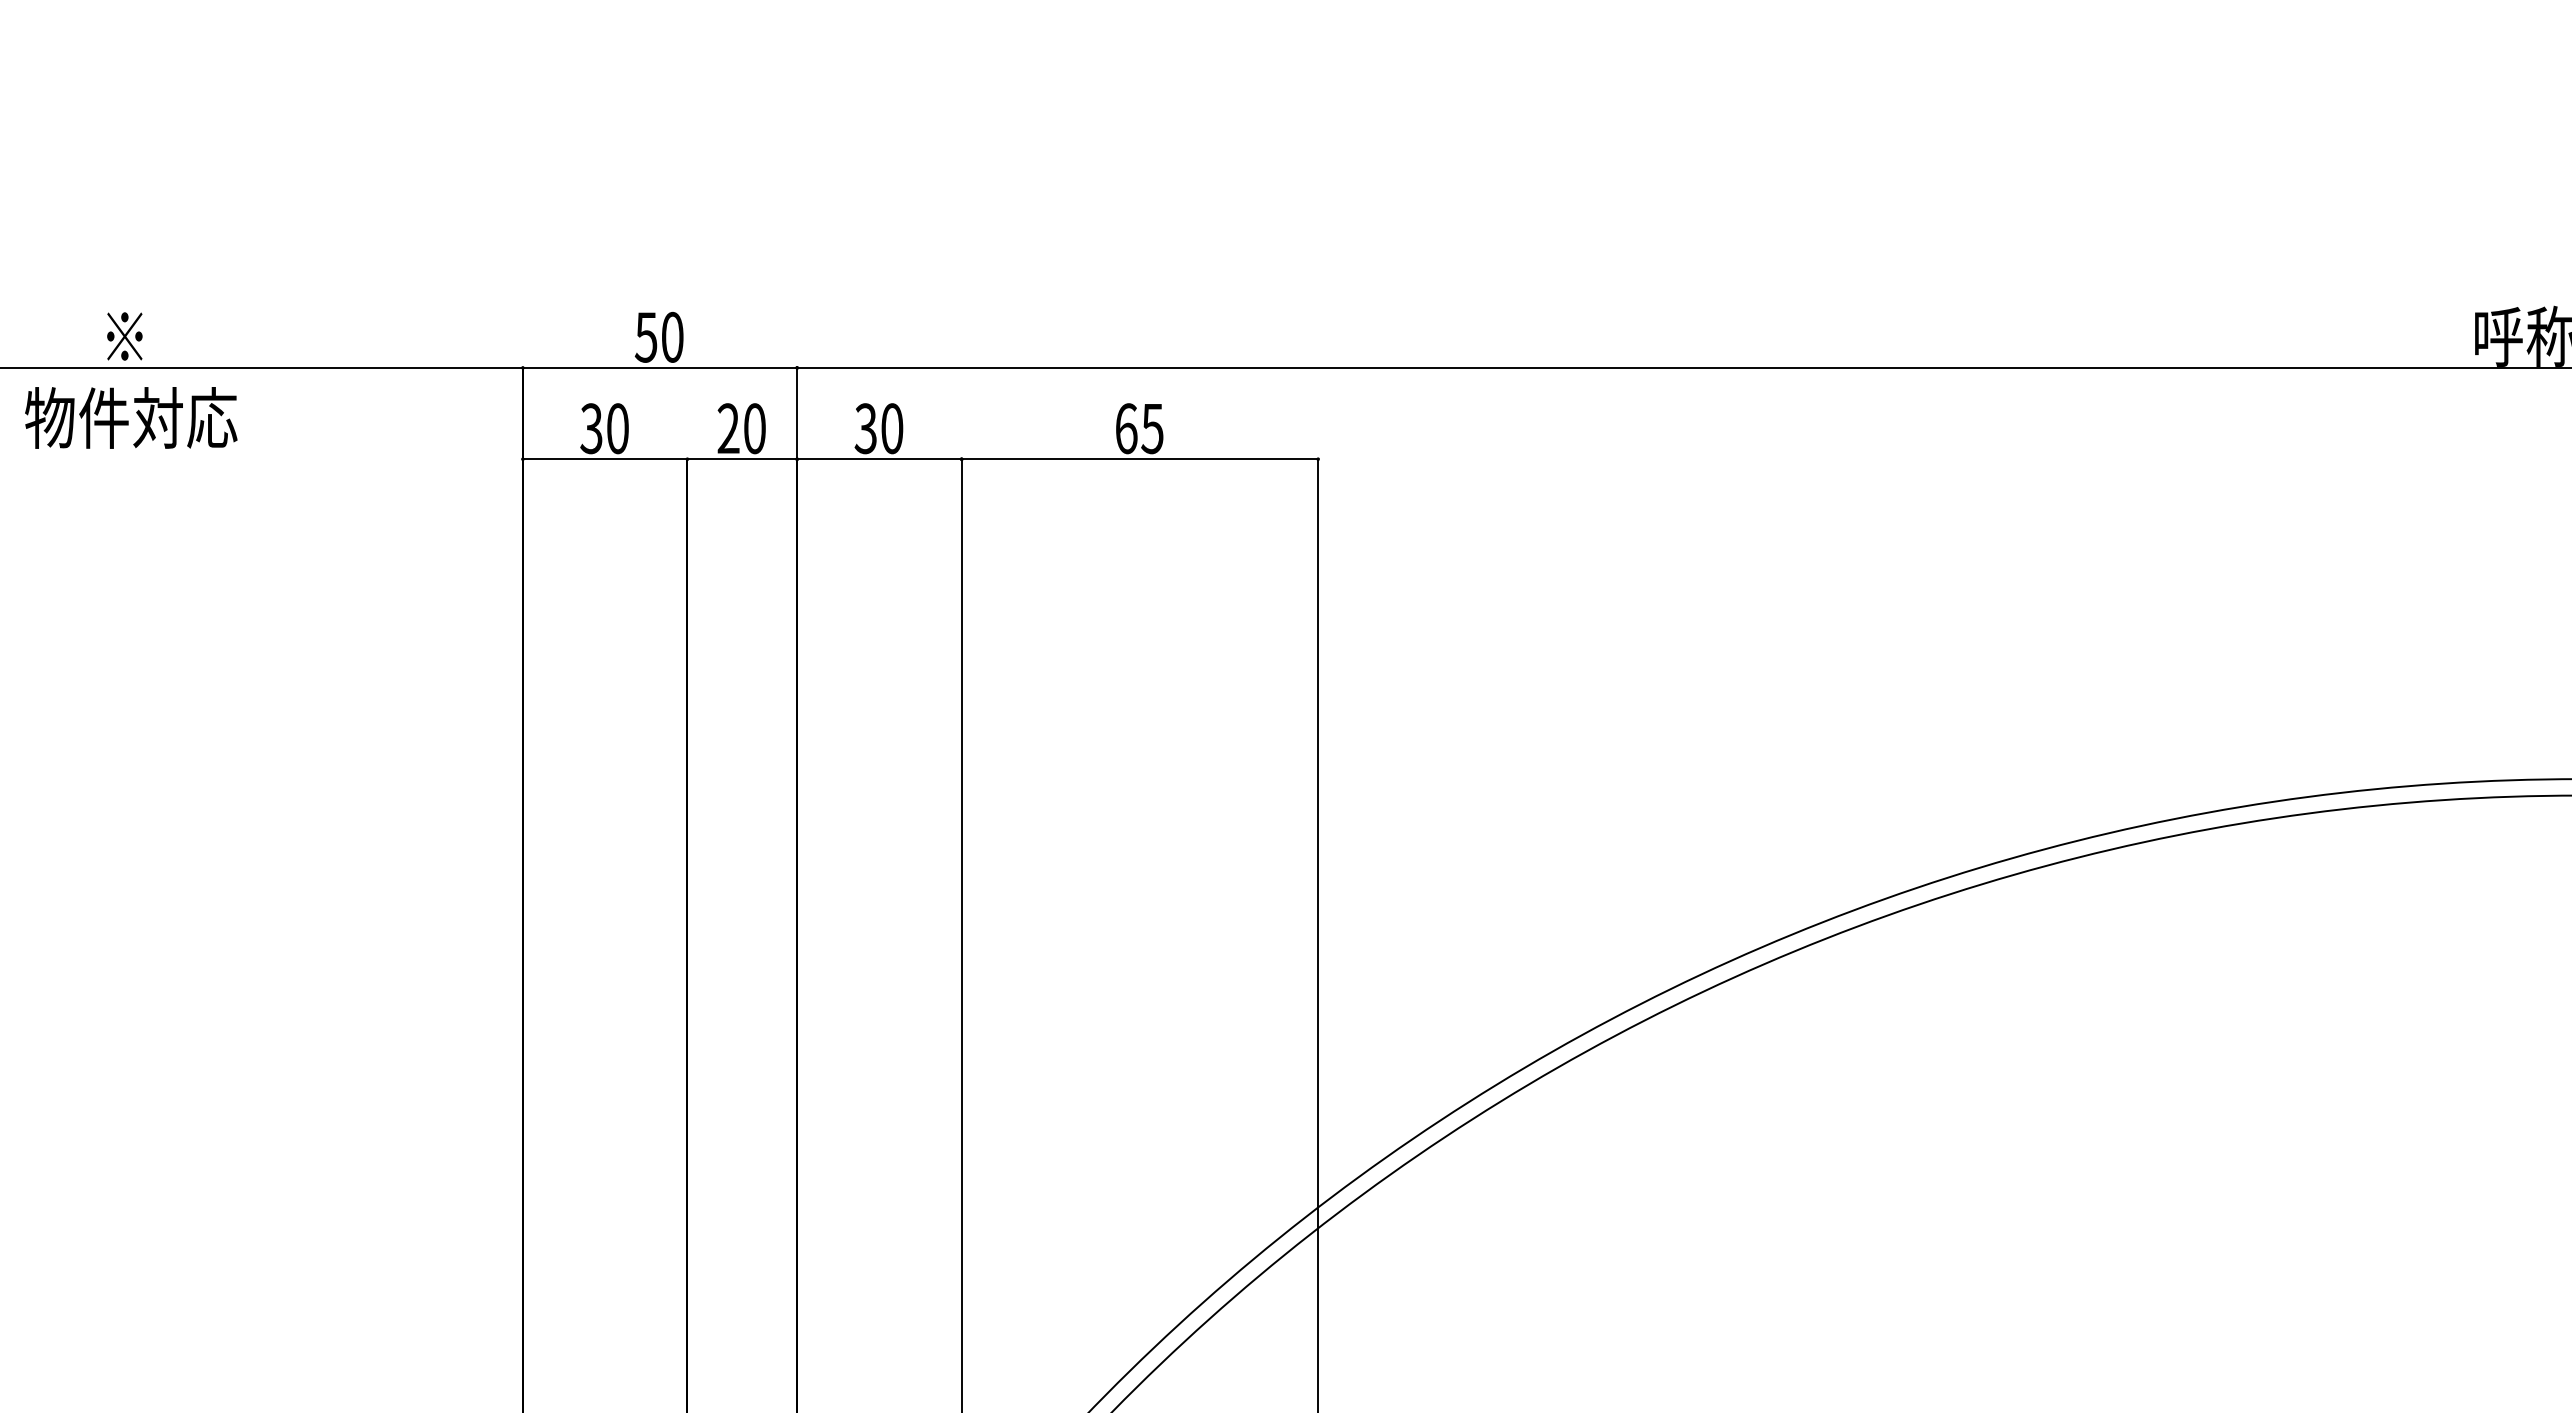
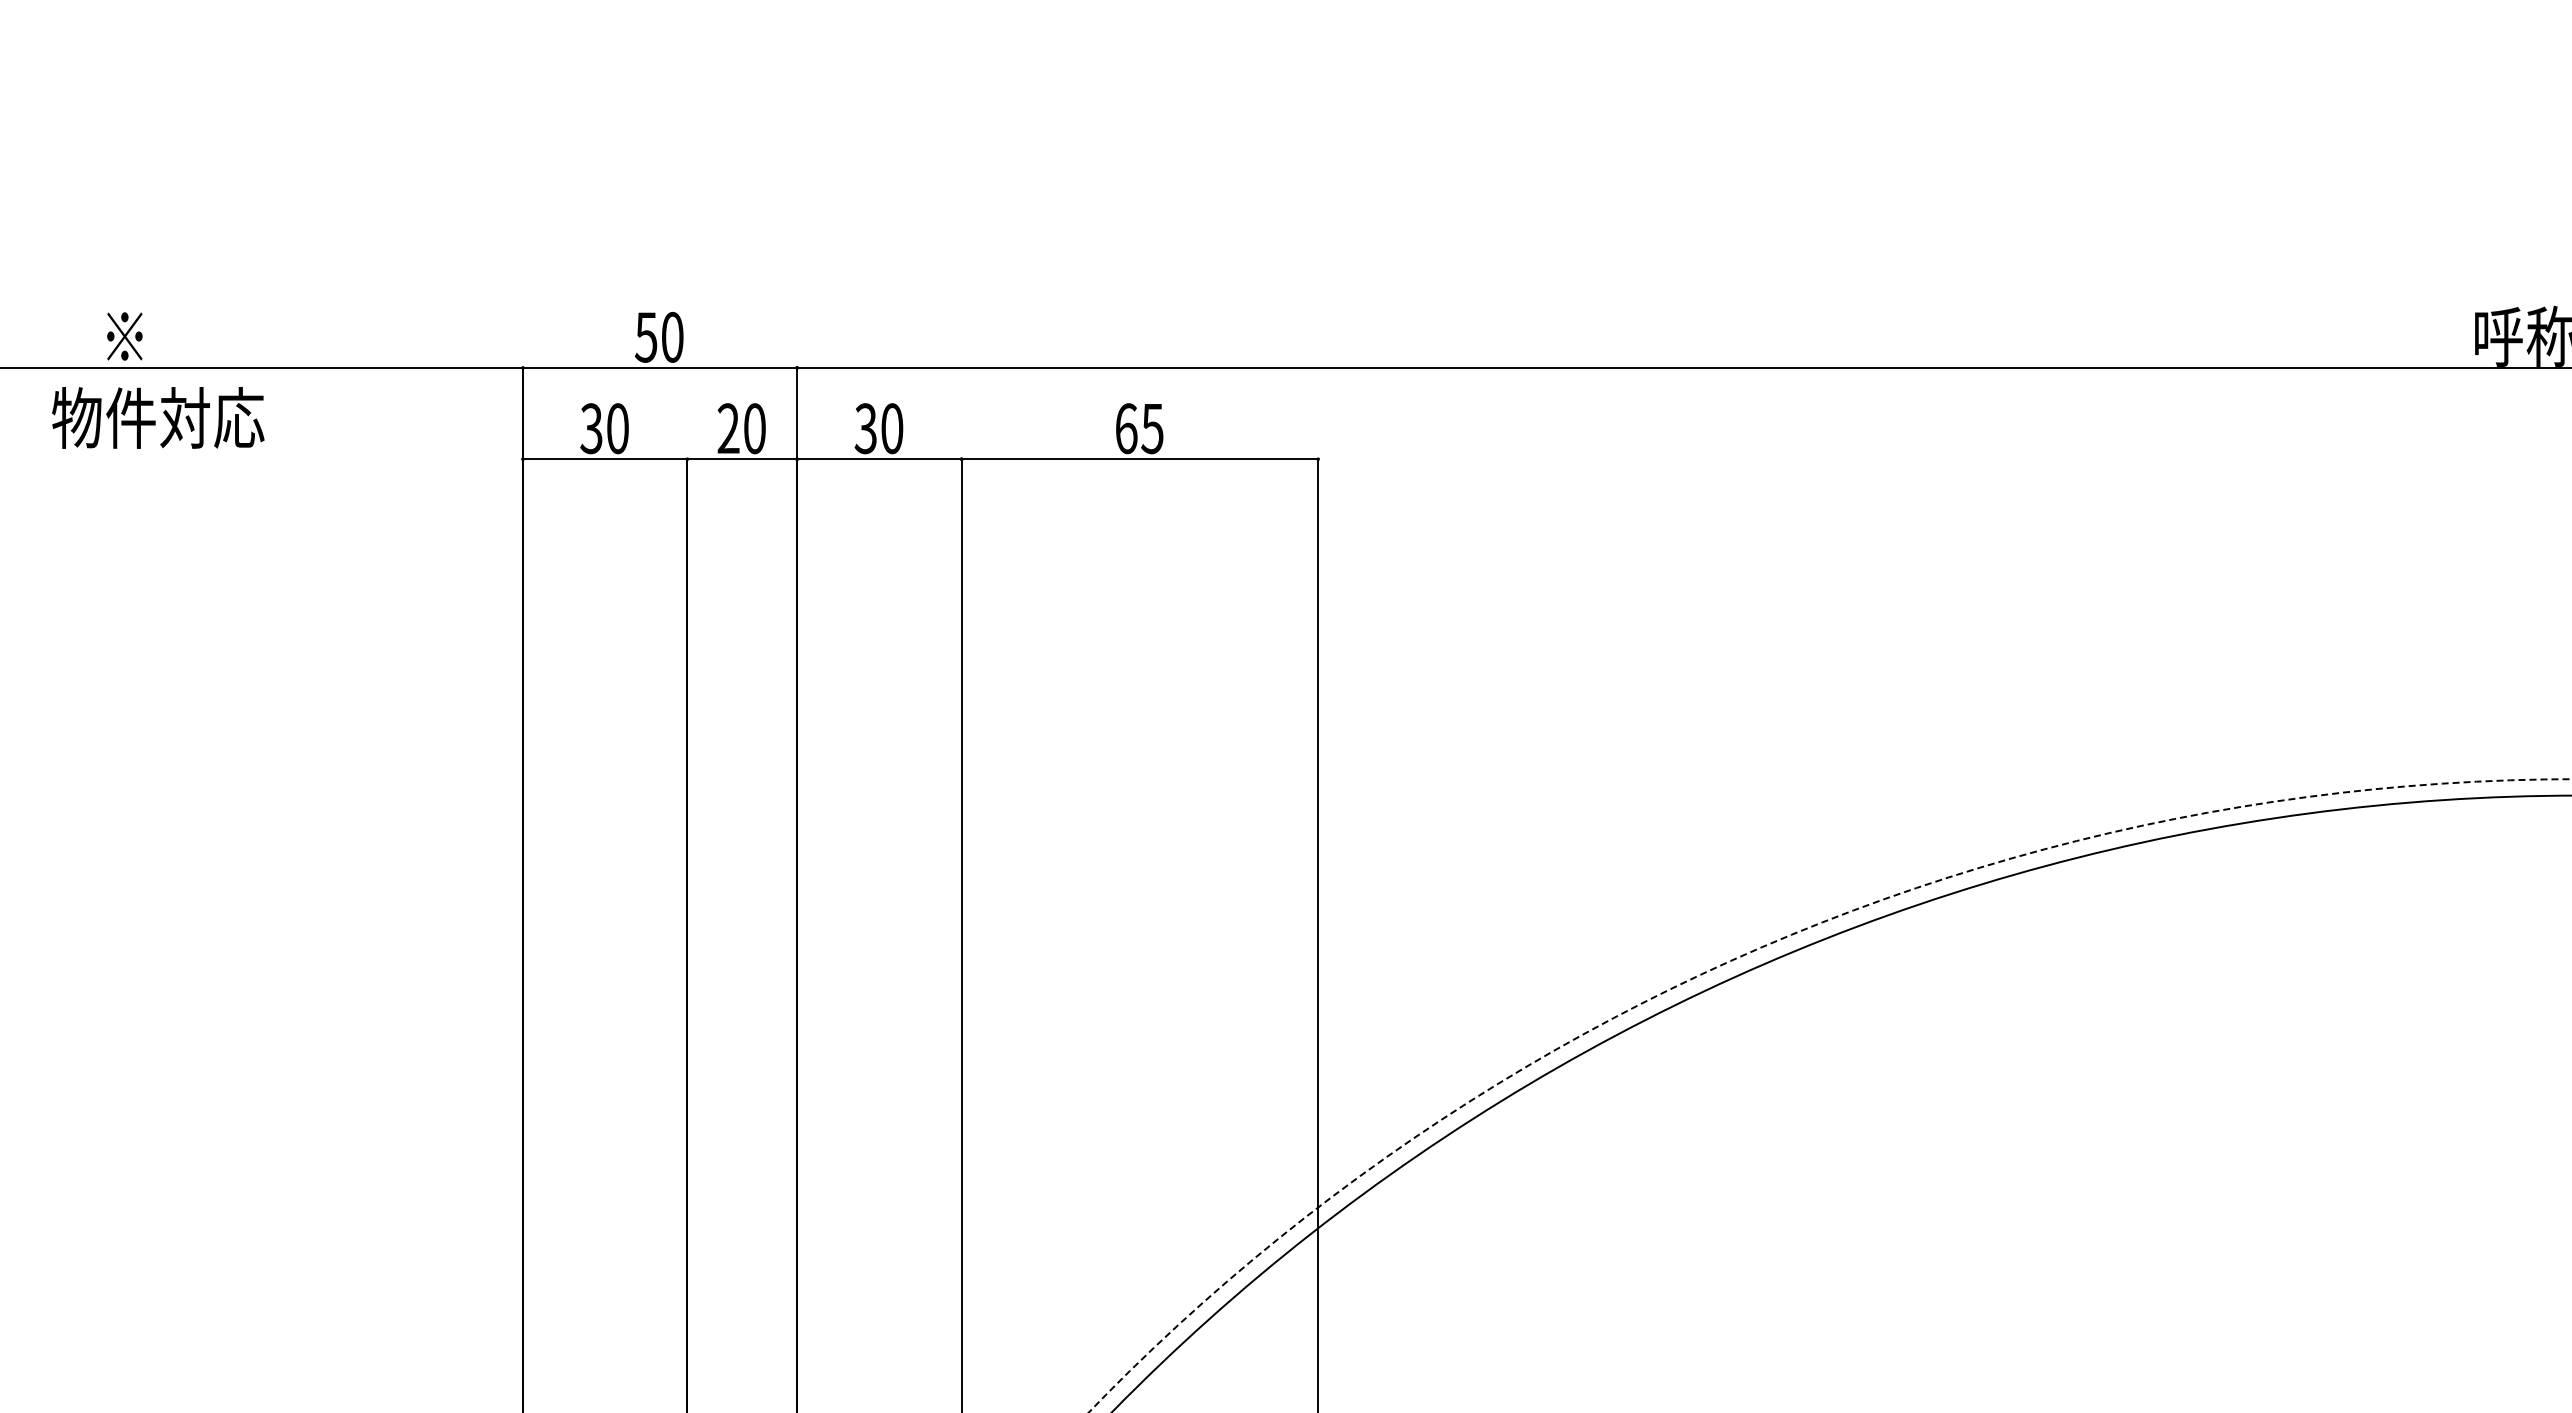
text at (131, 417) position: (131, 417) -> (158, 417)
arc at (1762, 946): solid -> dashed
